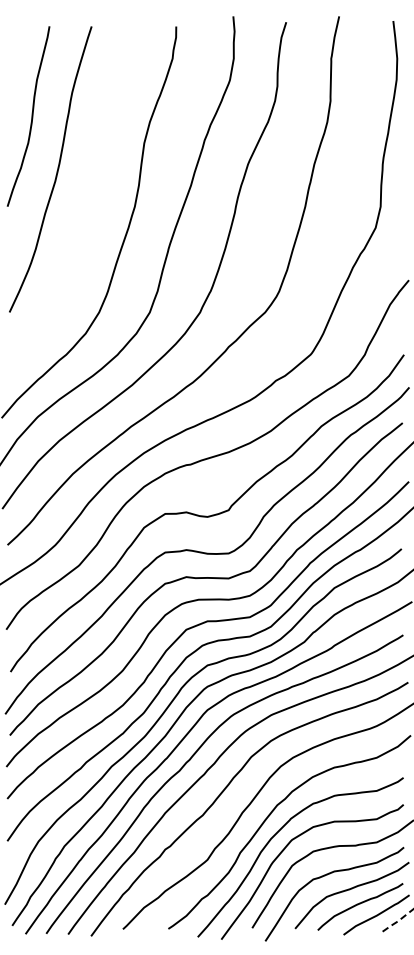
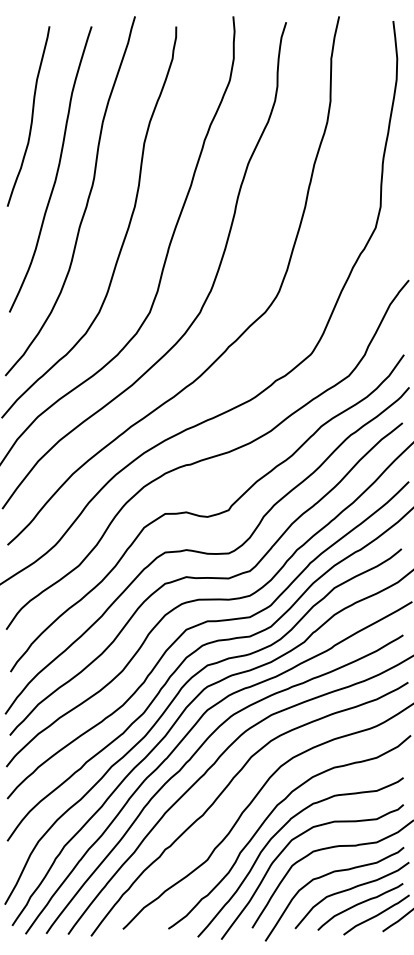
curve at (86, 201): none -> present
line at (397, 921): dashed -> solid
